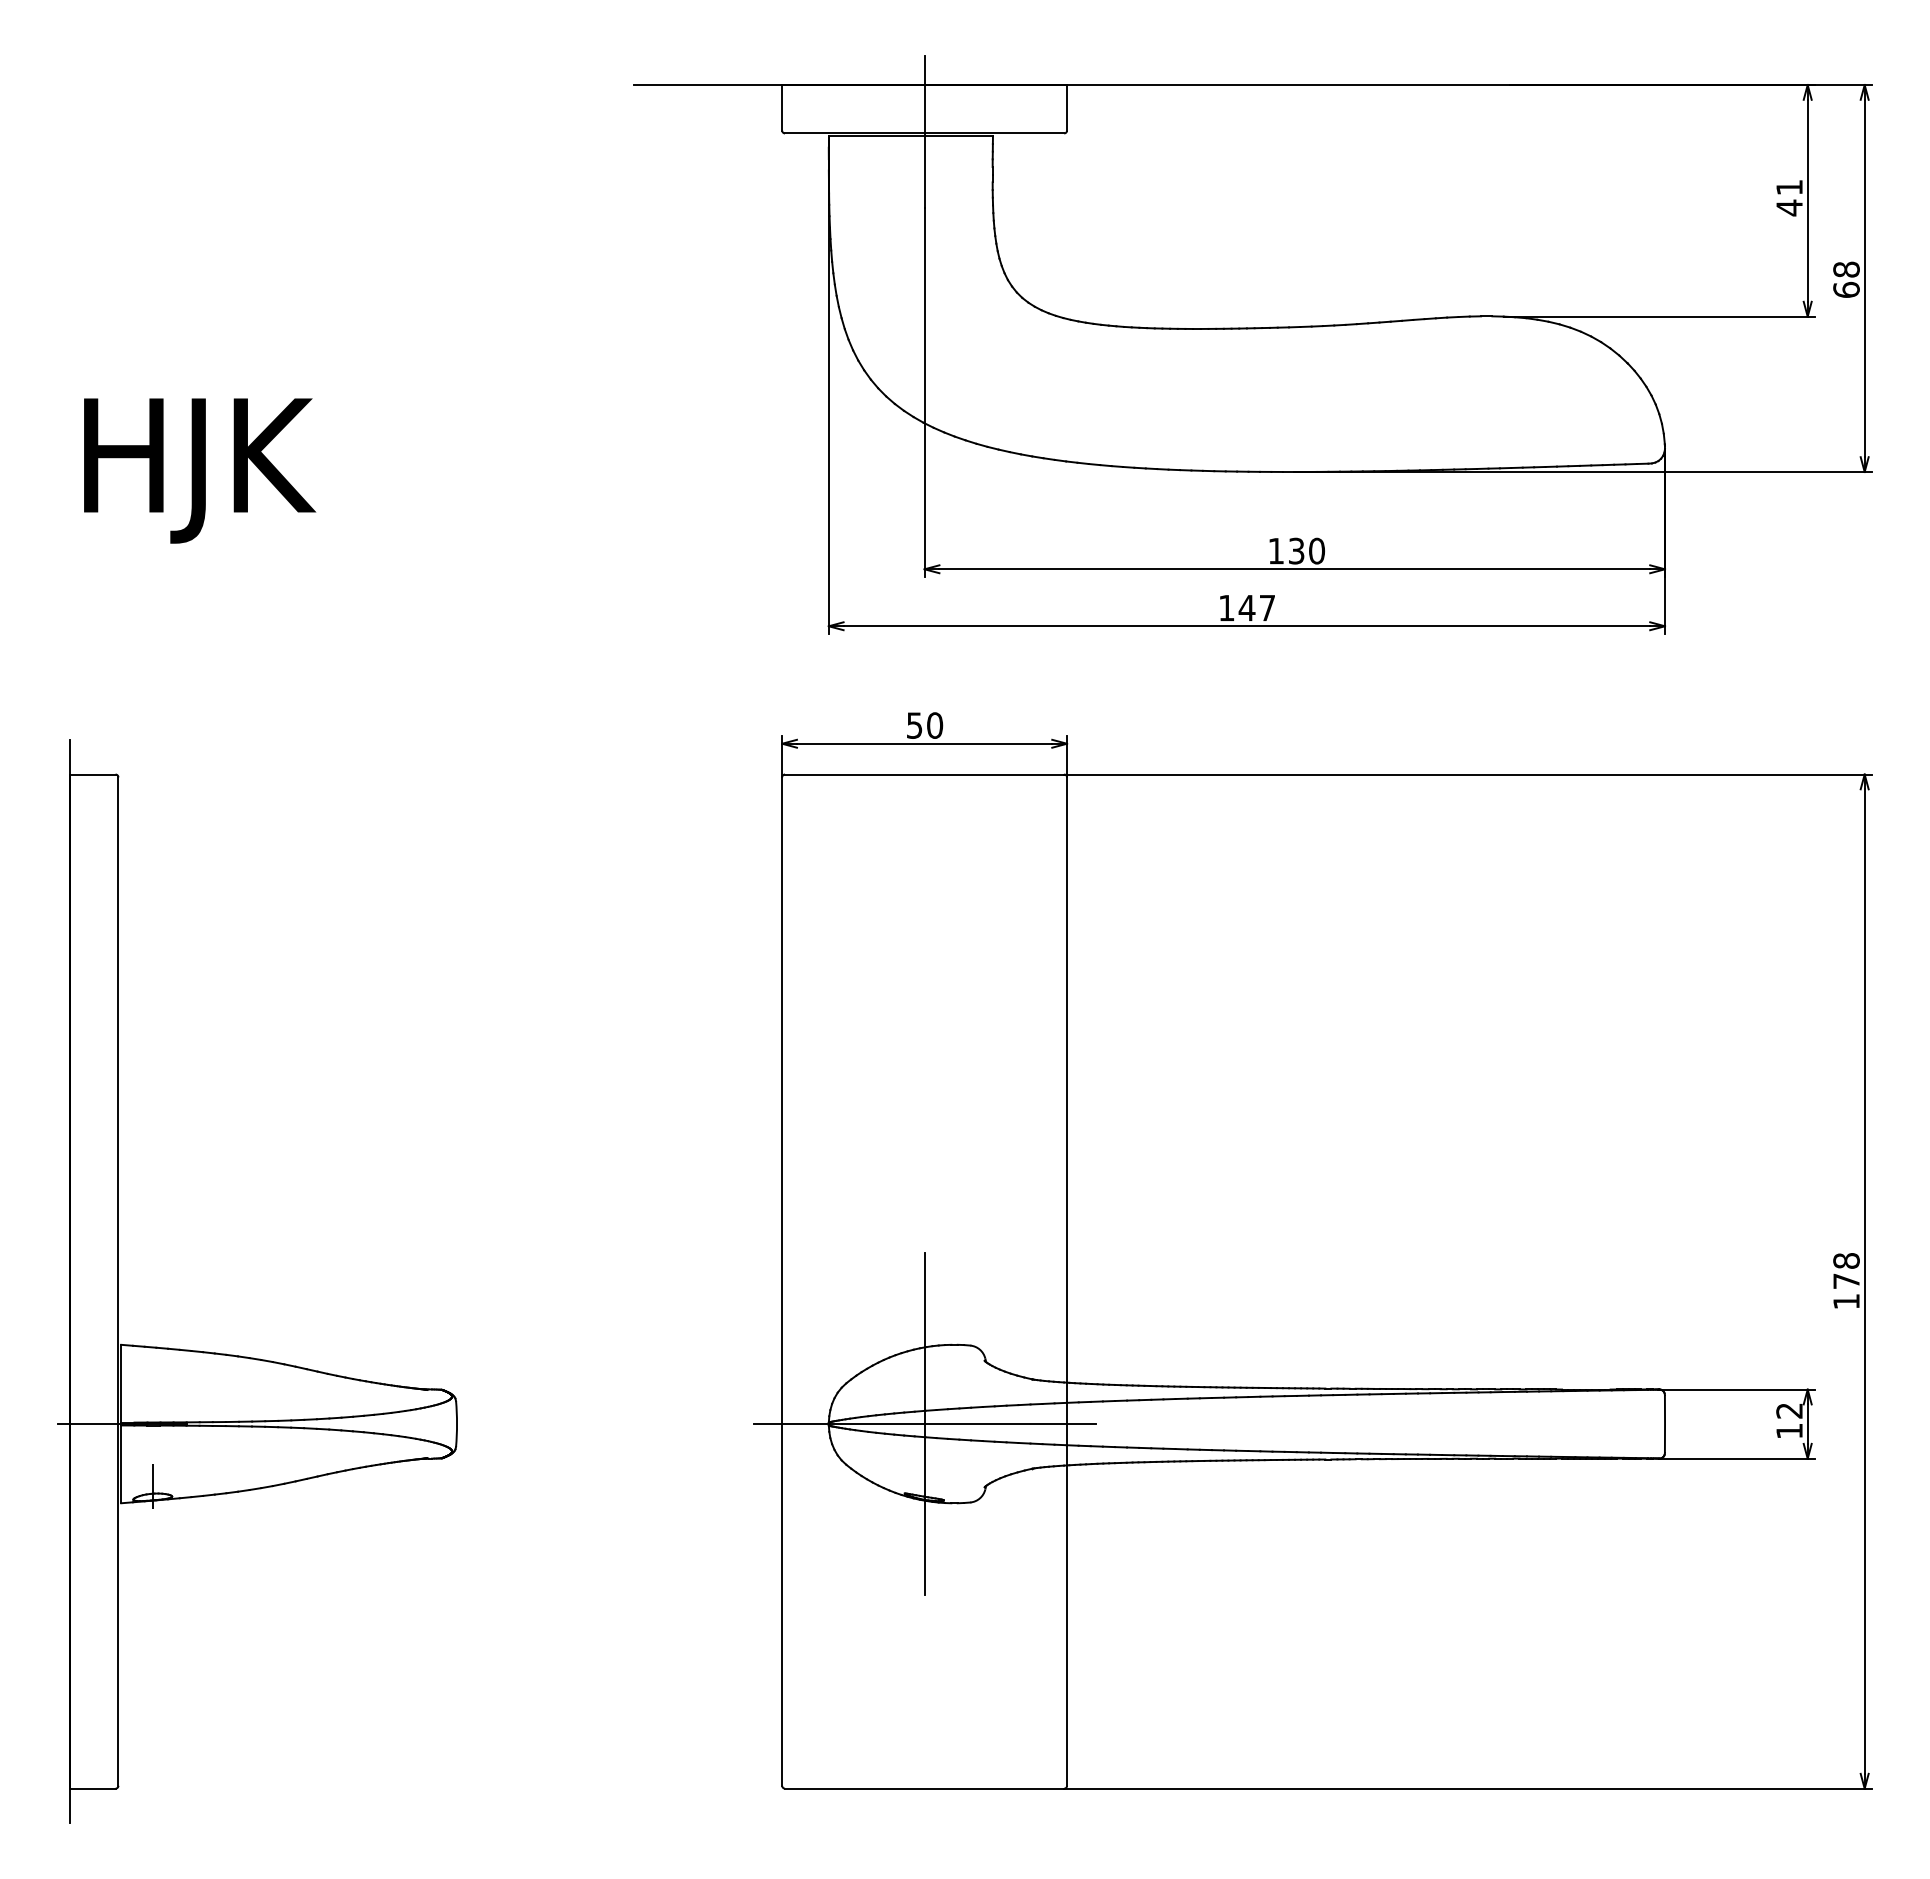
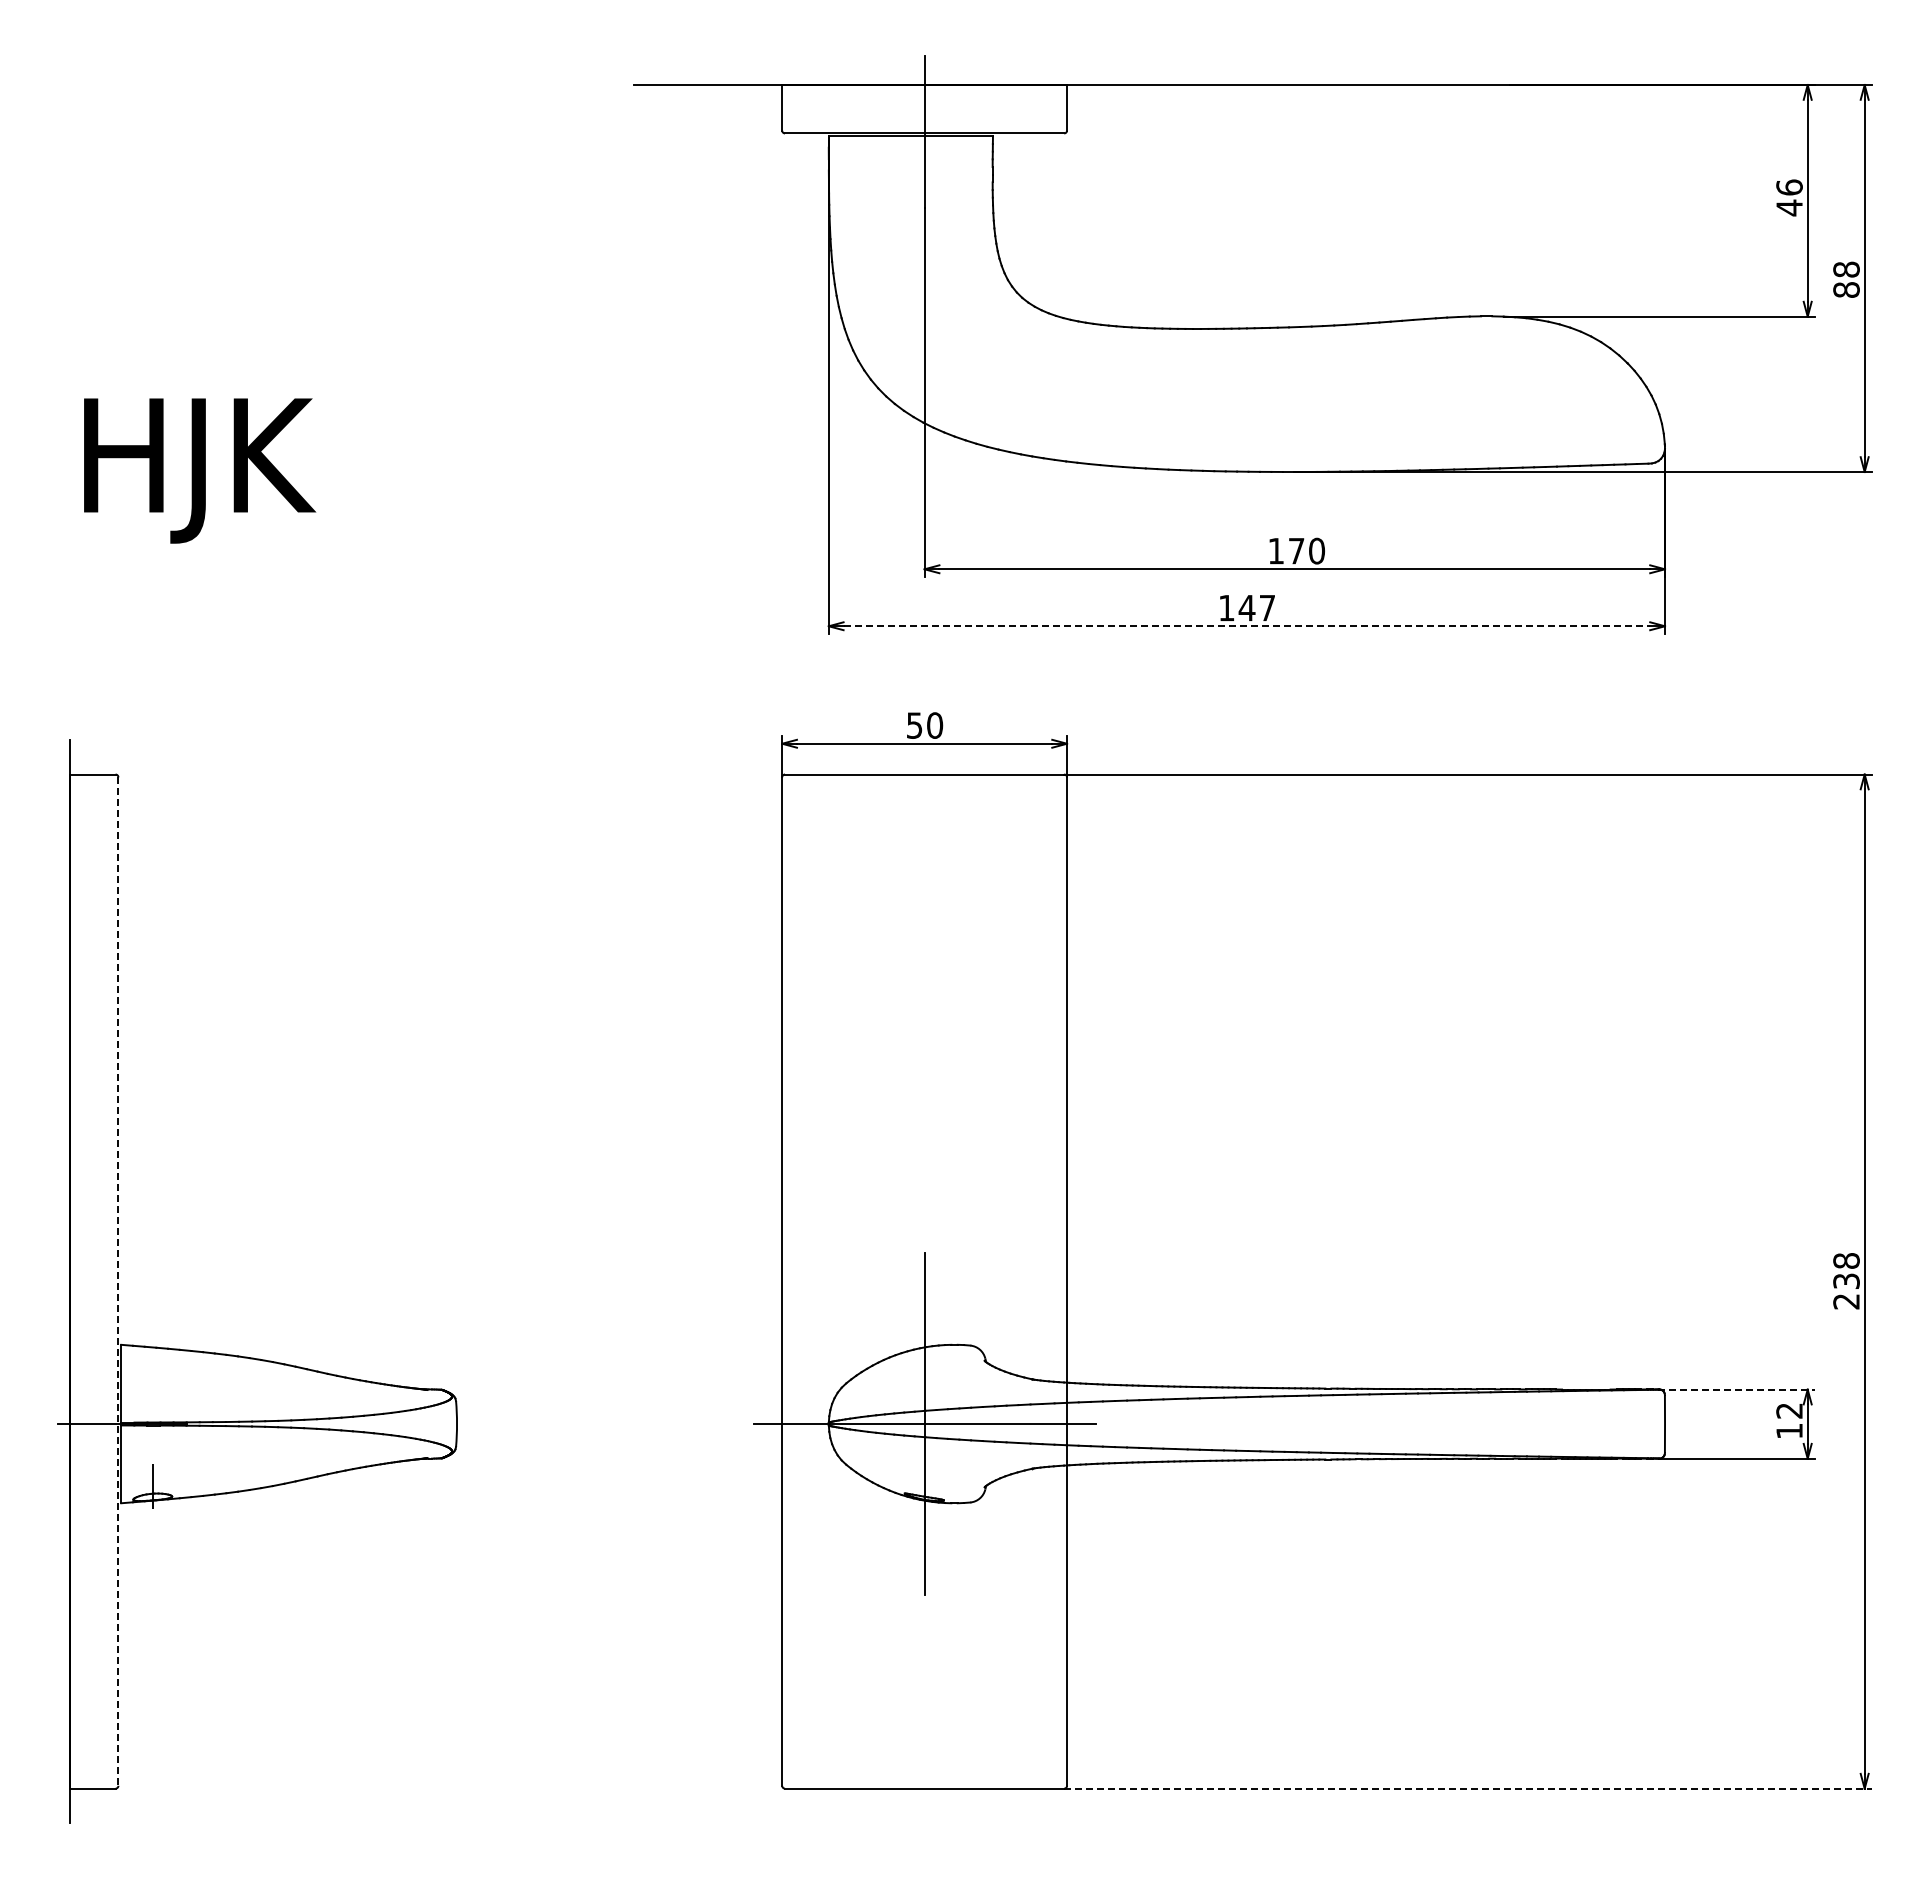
text at (1789, 187): 41 -> 46
text at (1846, 289): 68 -> 88
text at (1296, 550): 130 -> 170
line at (1247, 626): solid -> dashed
line at (118, 1282): solid -> dashed
text at (1846, 1291): 178 -> 238
line at (1736, 1389): solid -> dashed
line at (1468, 1788): solid -> dashed
